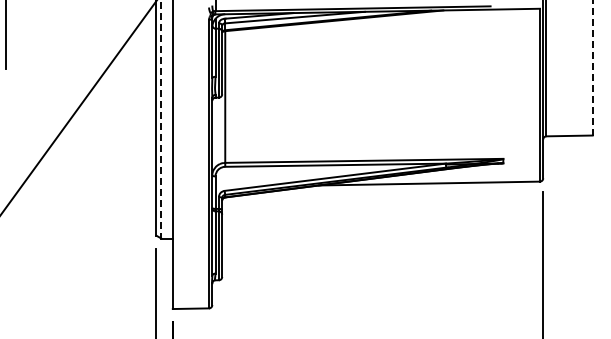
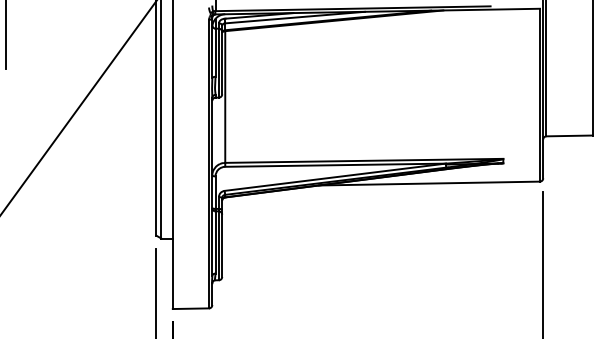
line at (592, 67): dashed -> solid
line at (161, 119): dashed -> solid
